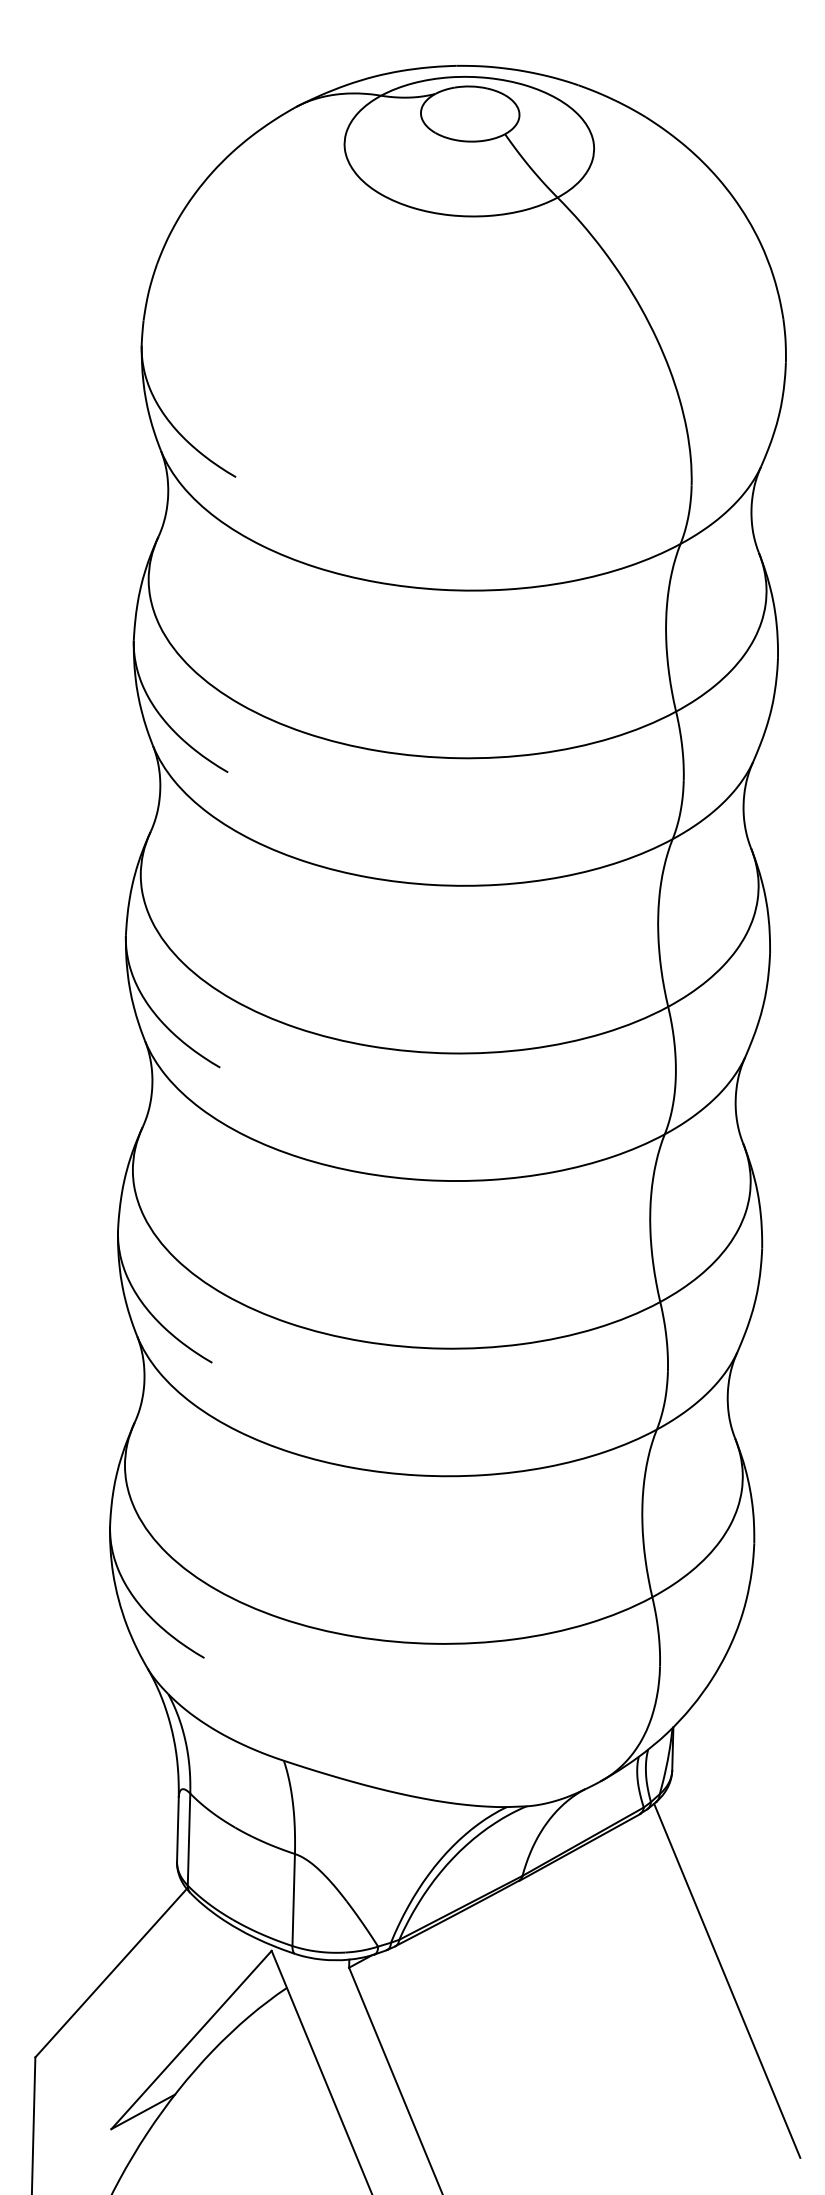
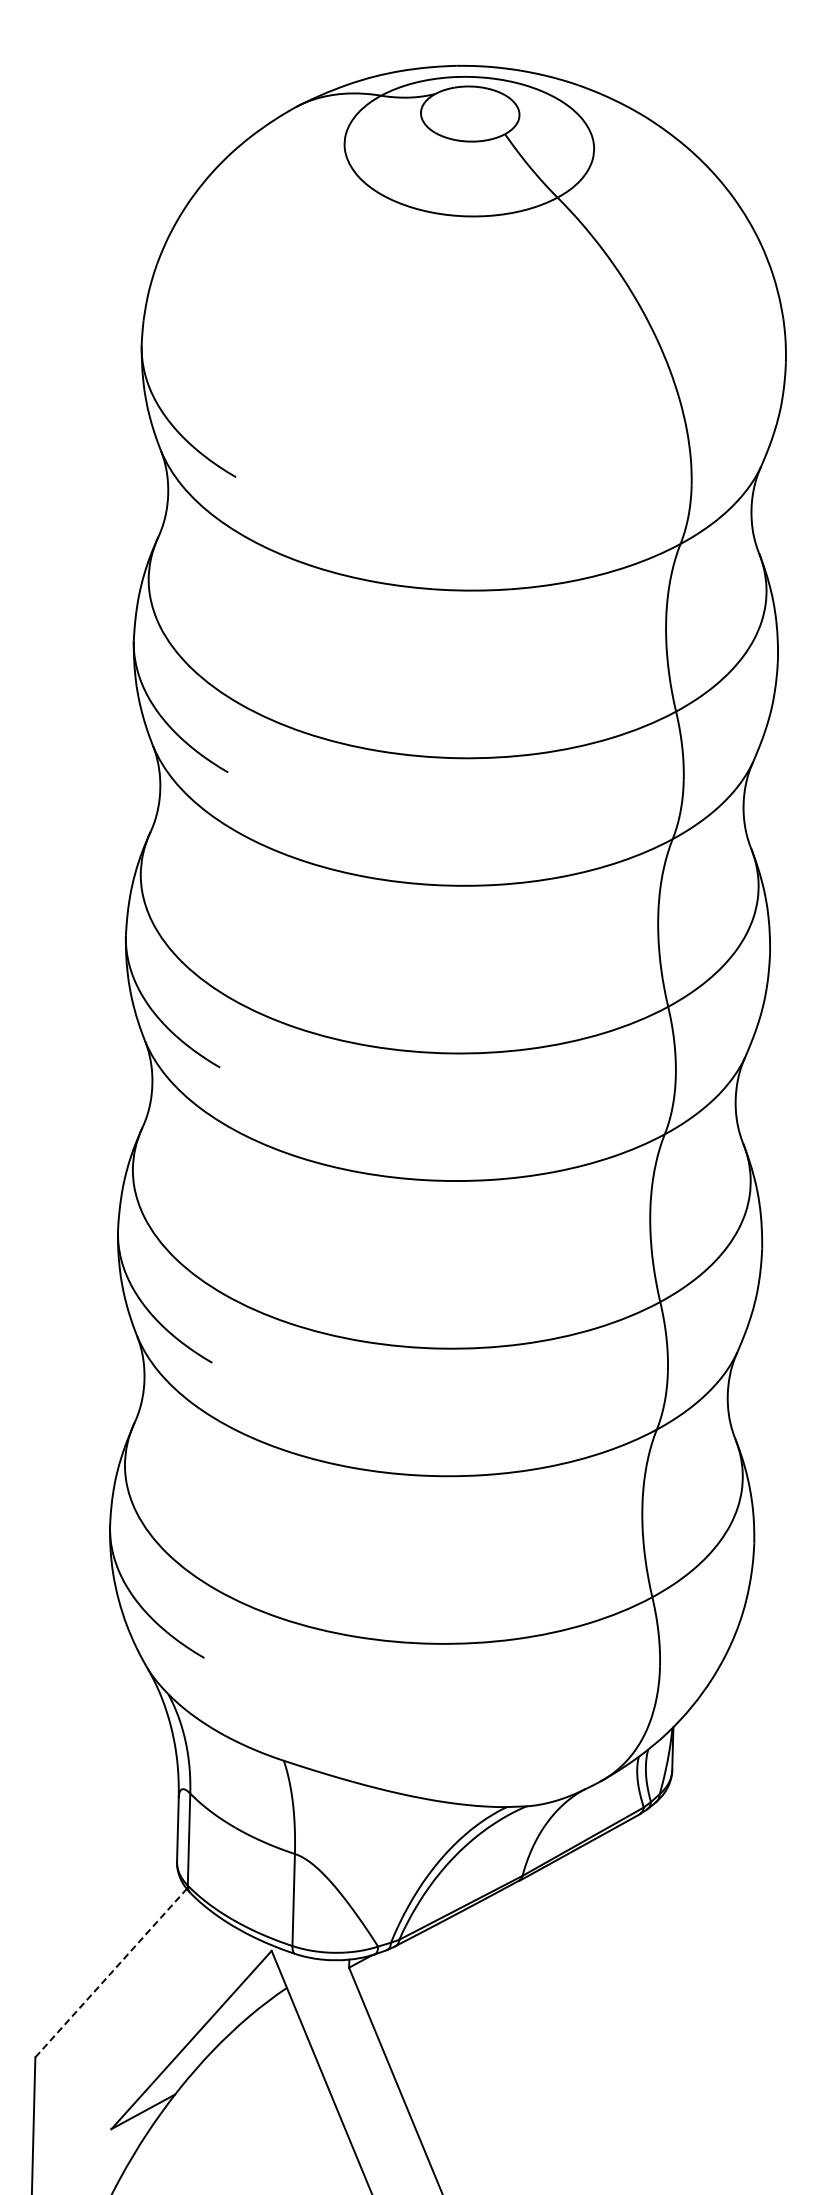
line at (111, 1972): solid -> dashed
line at (727, 1980): present -> none
